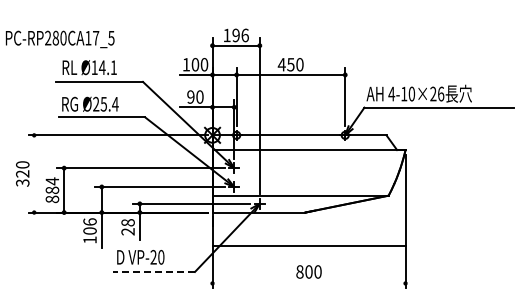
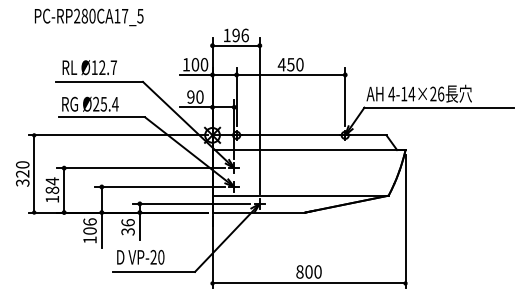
text at (59, 39) position: (59, 39) -> (88, 17)
text at (107, 67): Ø14.1 -> Ø12.7
text at (411, 93): 4-10×26 -> 4-14×26
line at (34, 173): none -> present
text at (52, 199): 884 -> 184
text at (127, 227): 28 -> 36
line at (308, 246) position: (308, 246) -> (308, 283)
line at (154, 271): dashed -> solid
